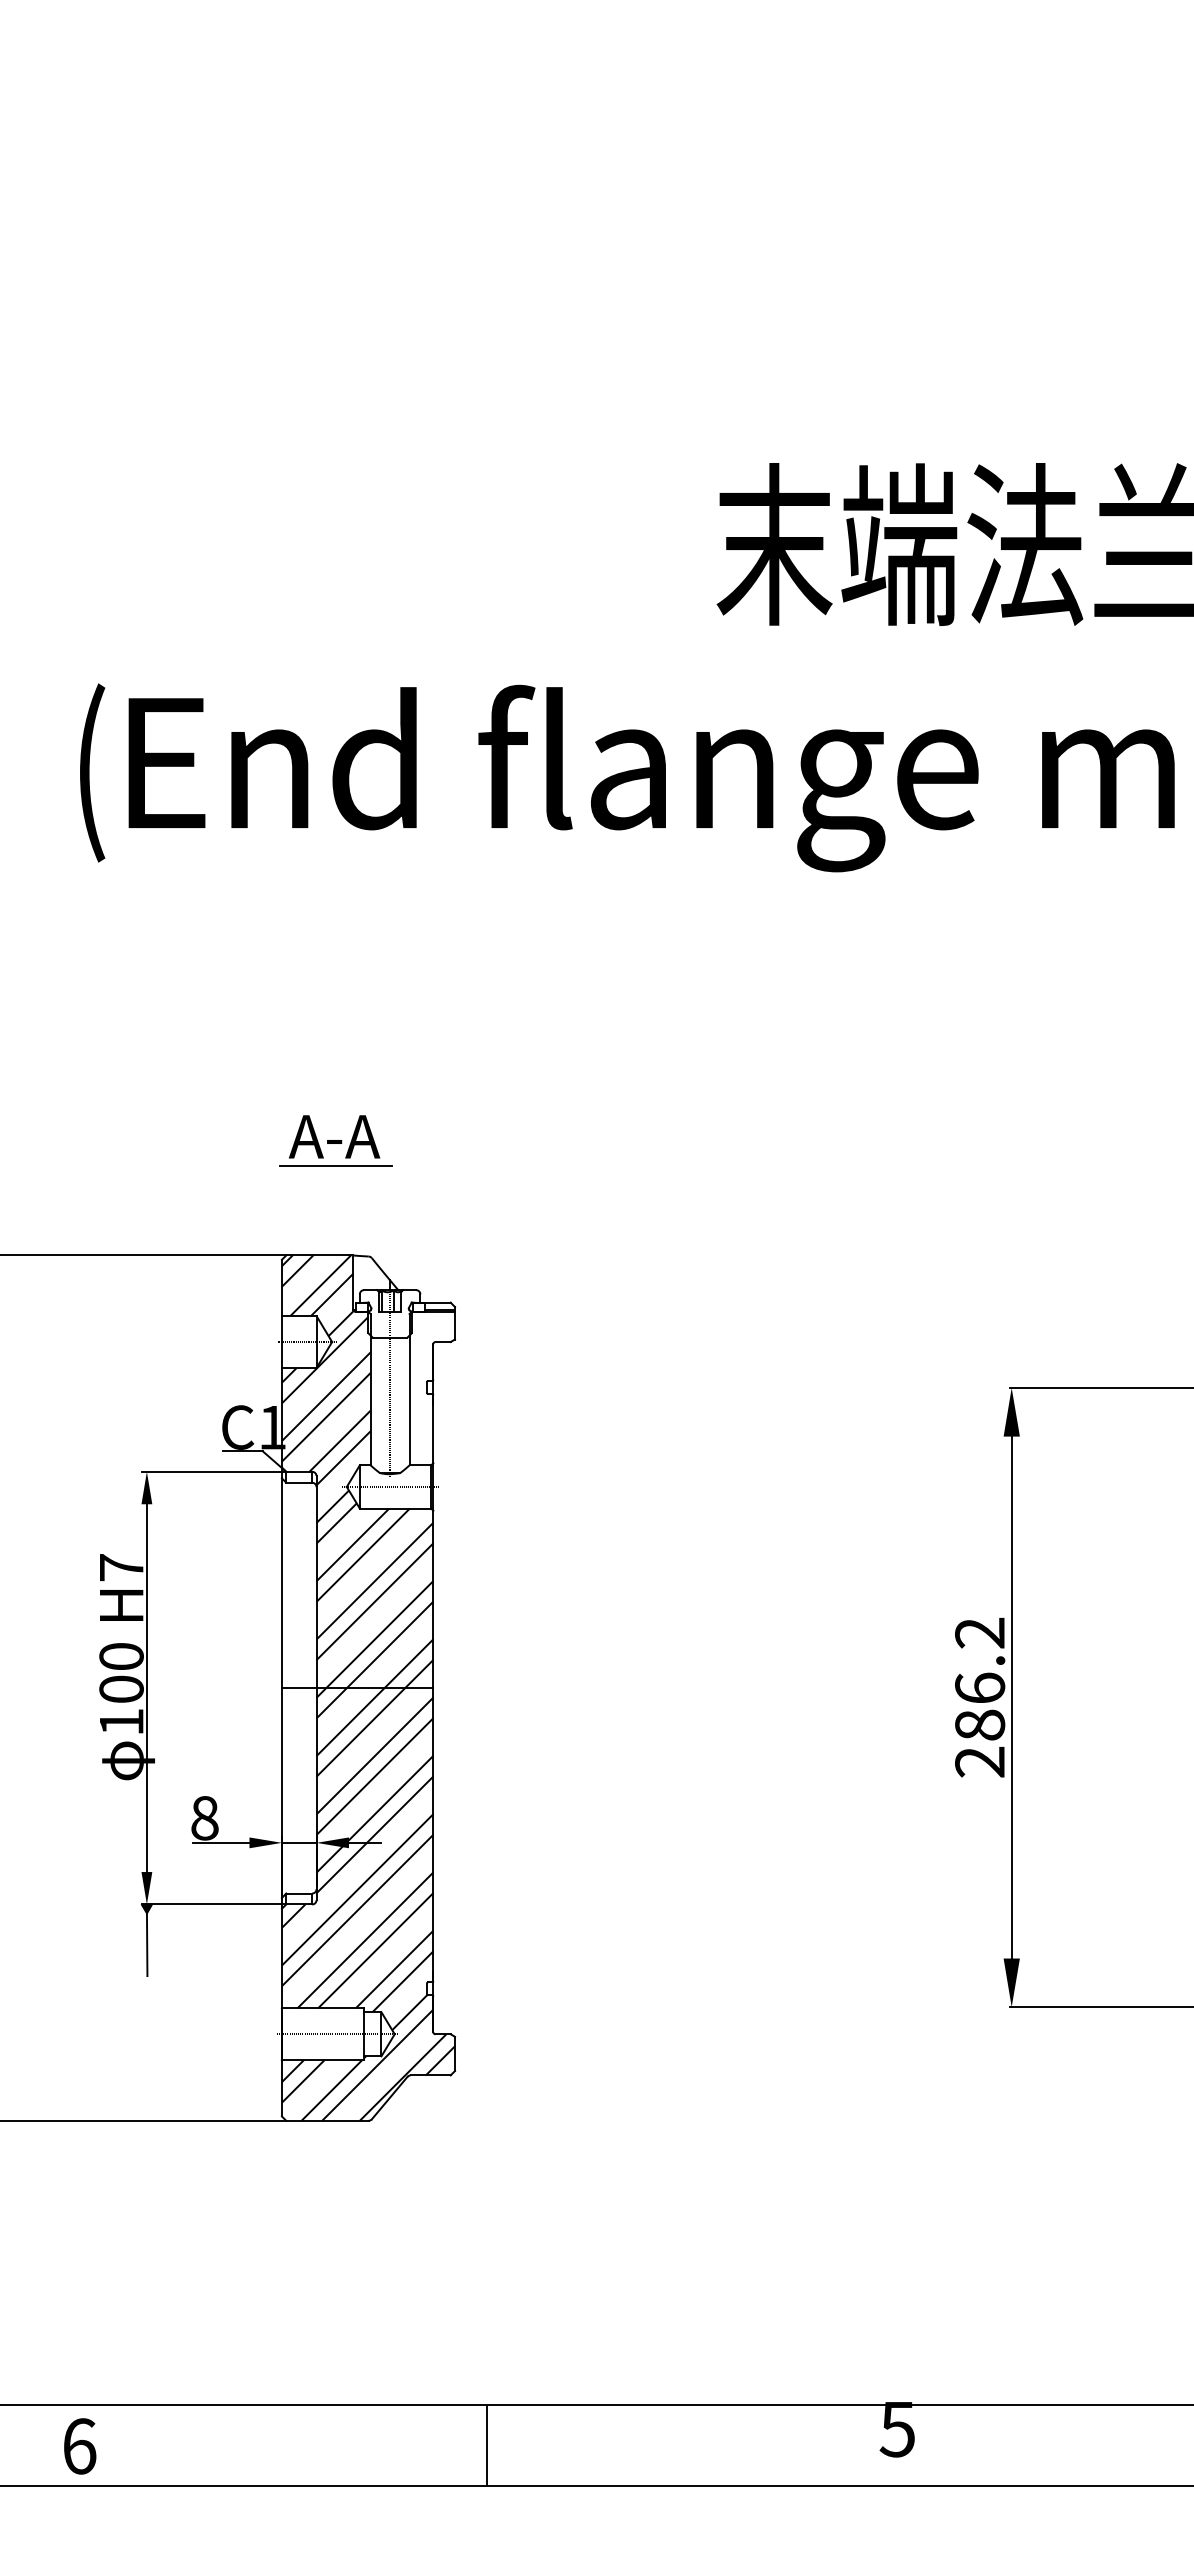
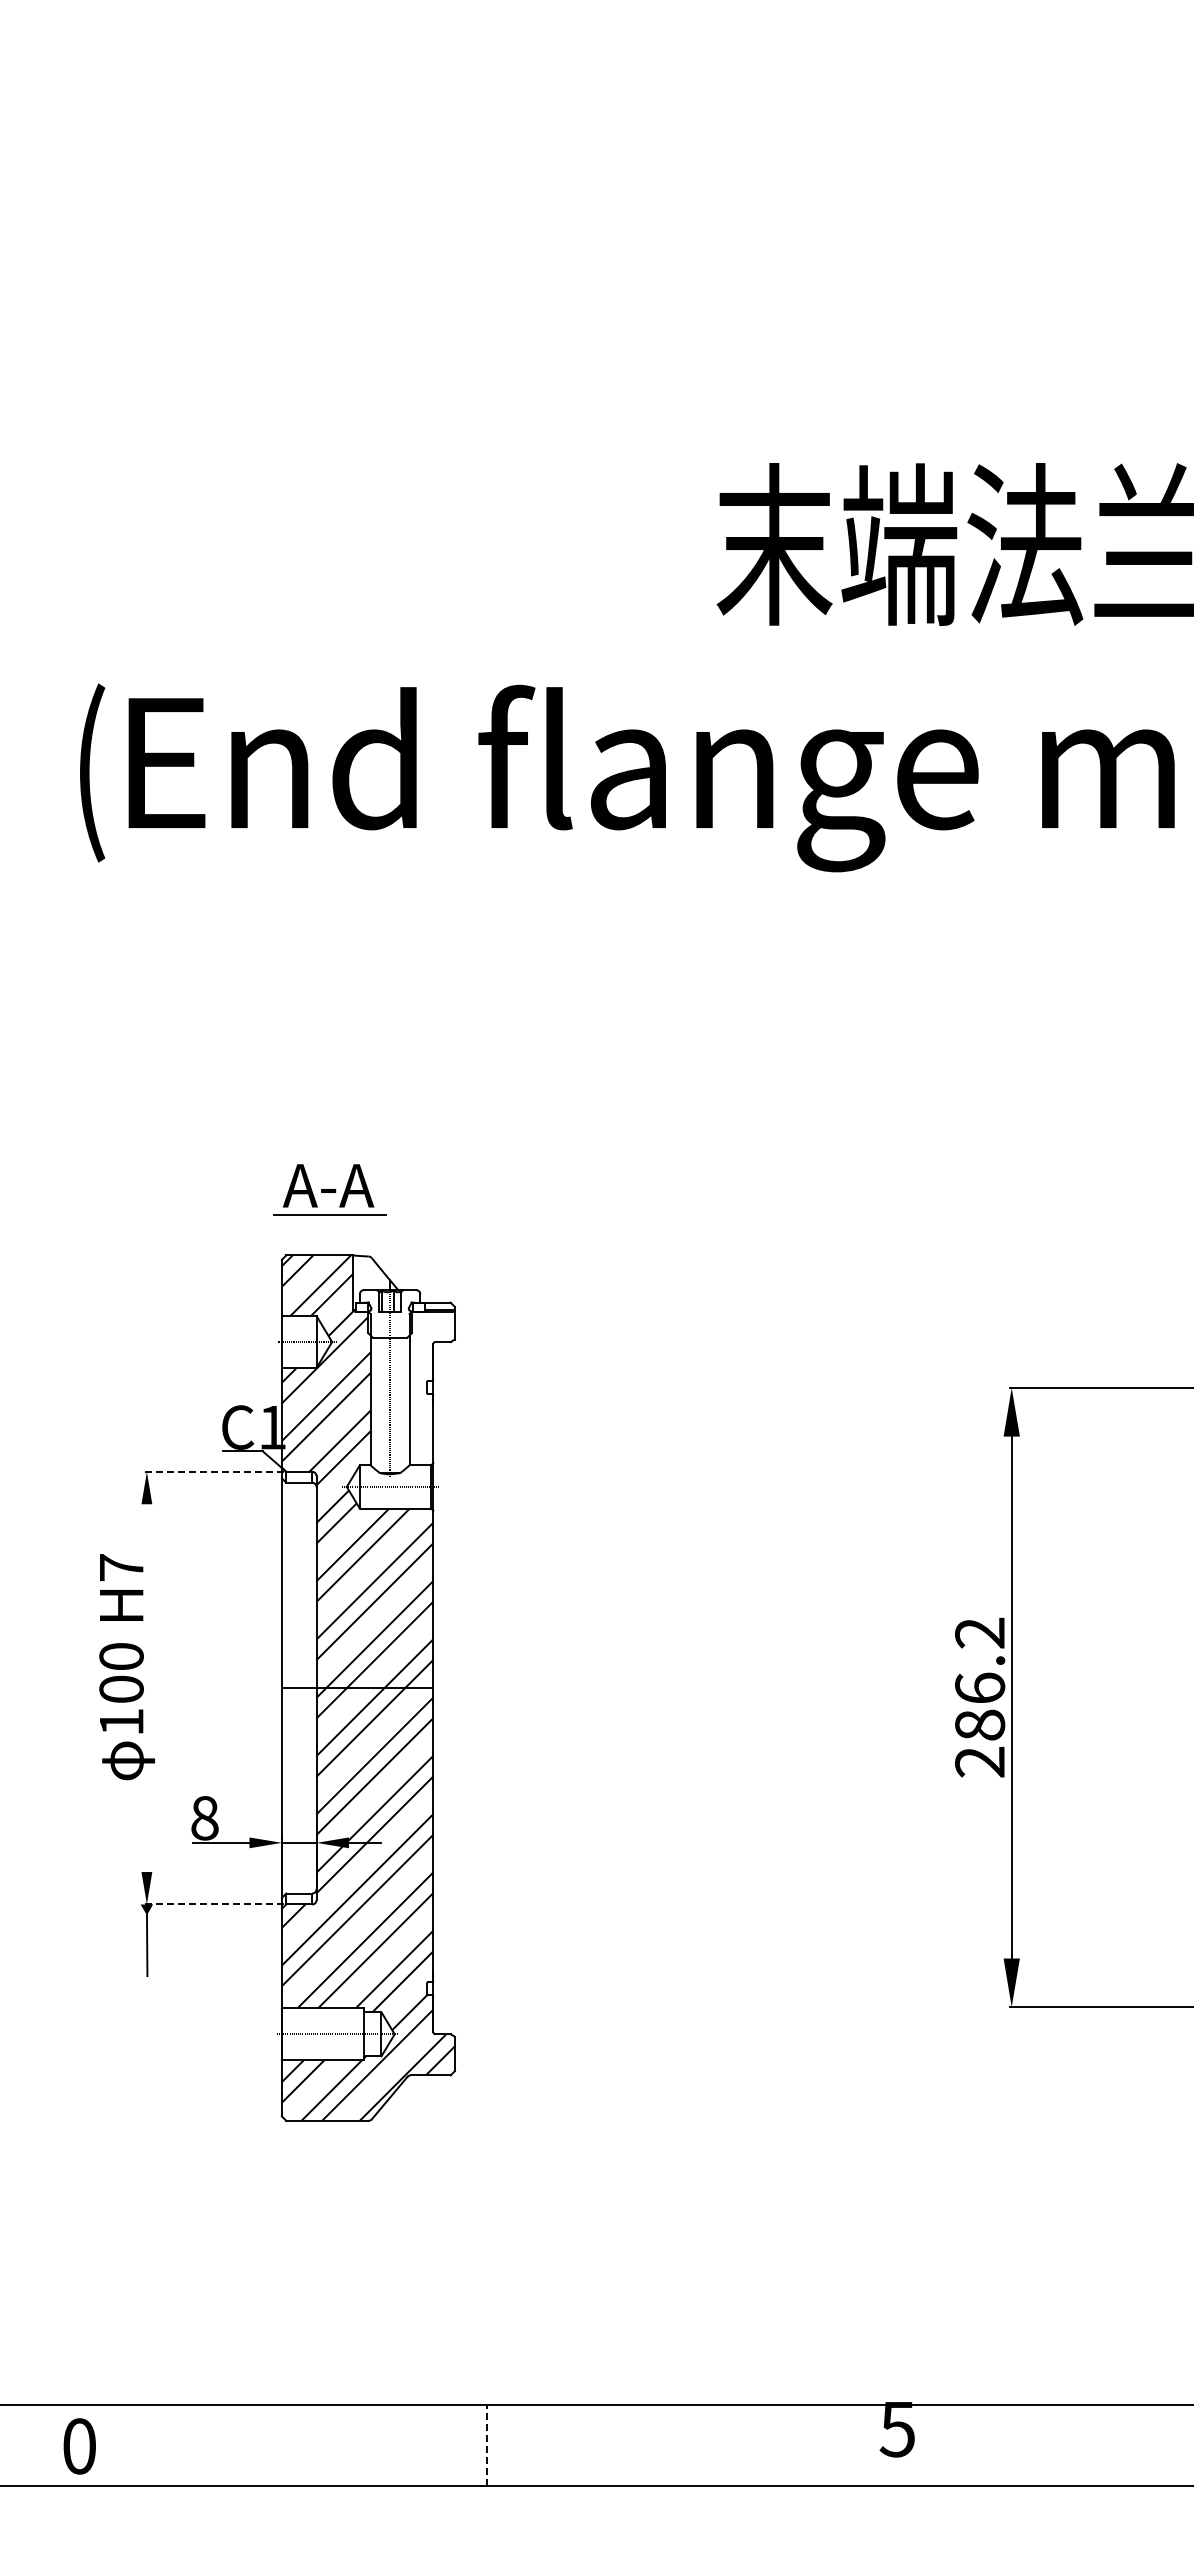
part at (335, 1140) position: (335, 1140) -> (329, 1189)
line at (142, 1255): present -> none
line at (212, 1471): solid -> dashed
line at (146, 1688): present -> none
line at (212, 1904): solid -> dashed
line at (142, 2120): present -> none
line at (487, 2445): solid -> dashed
text at (79, 2446): 6 -> 0
